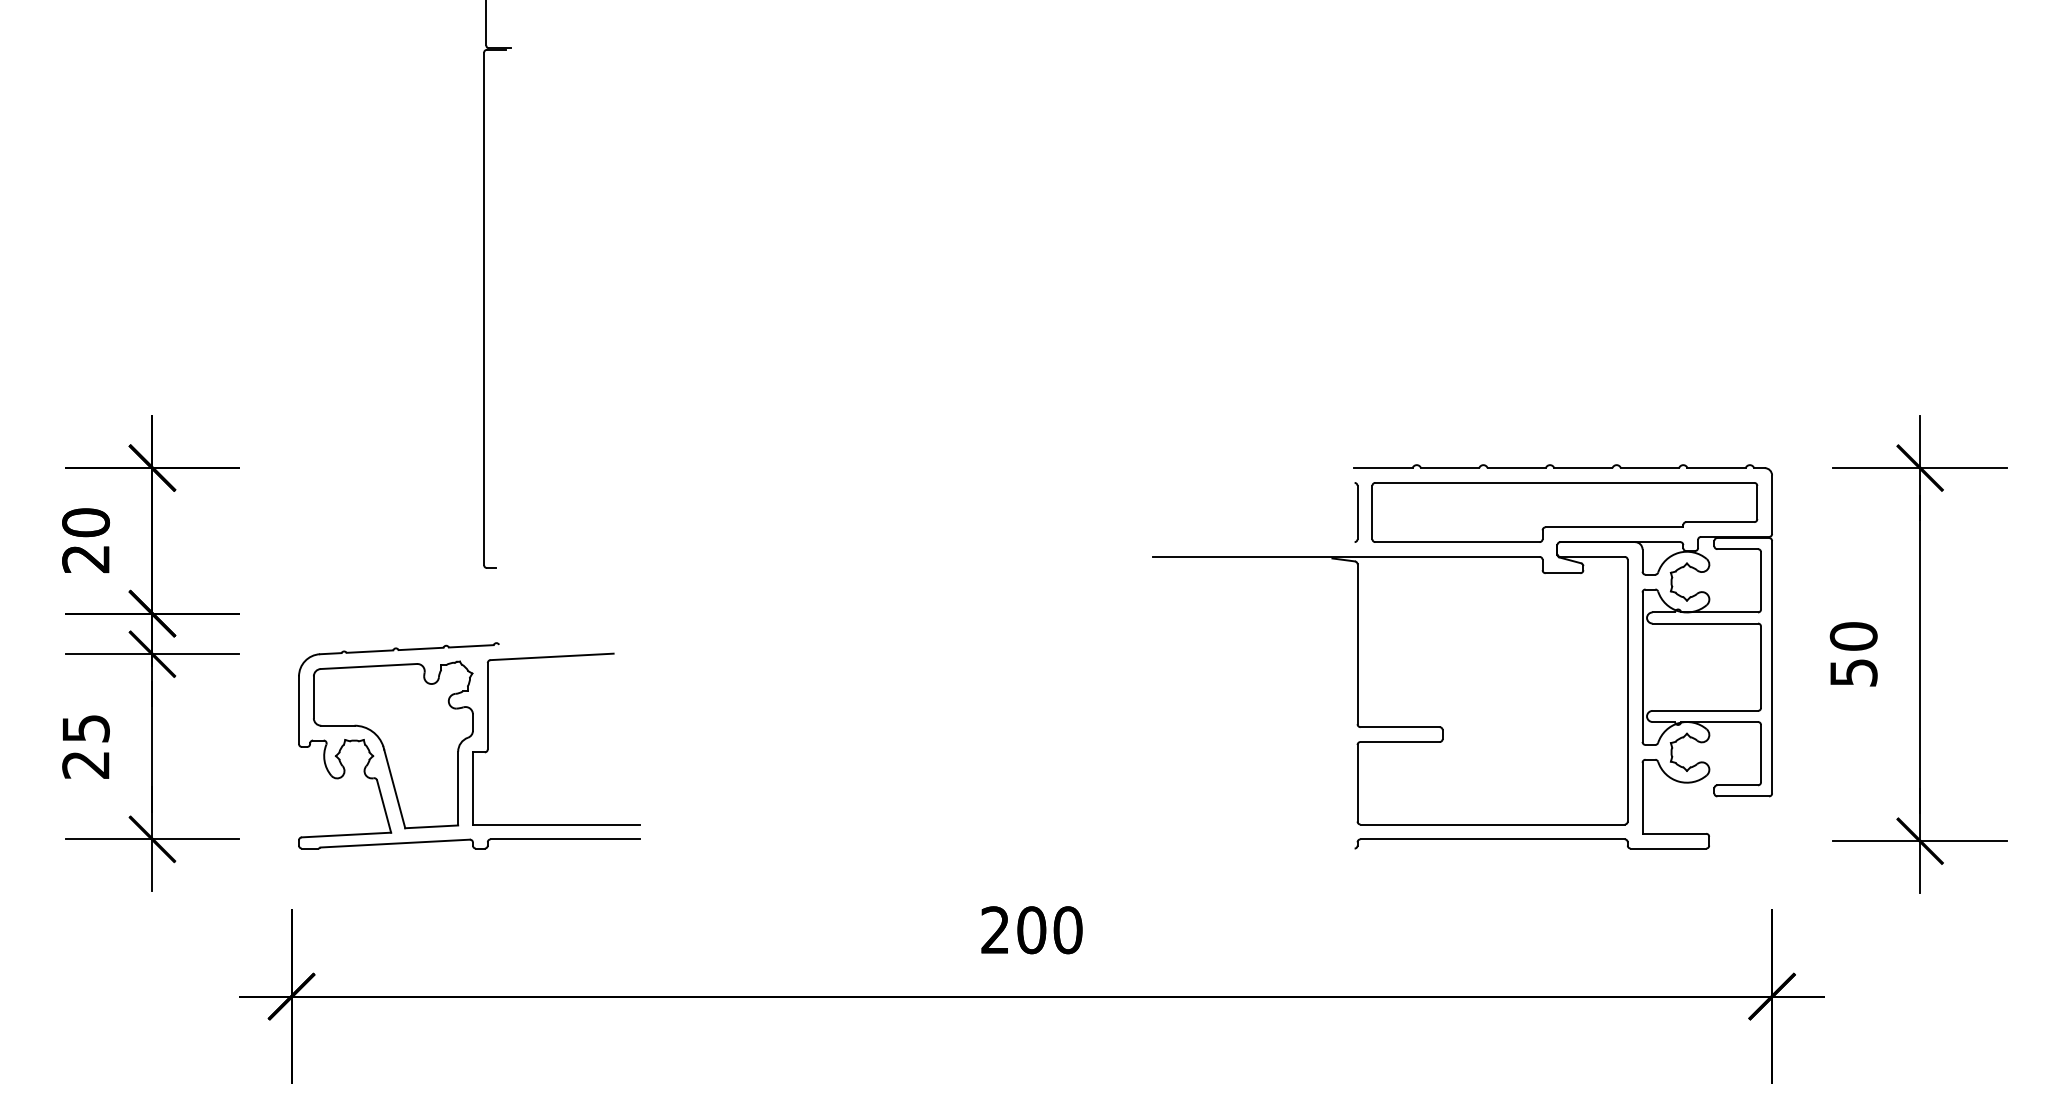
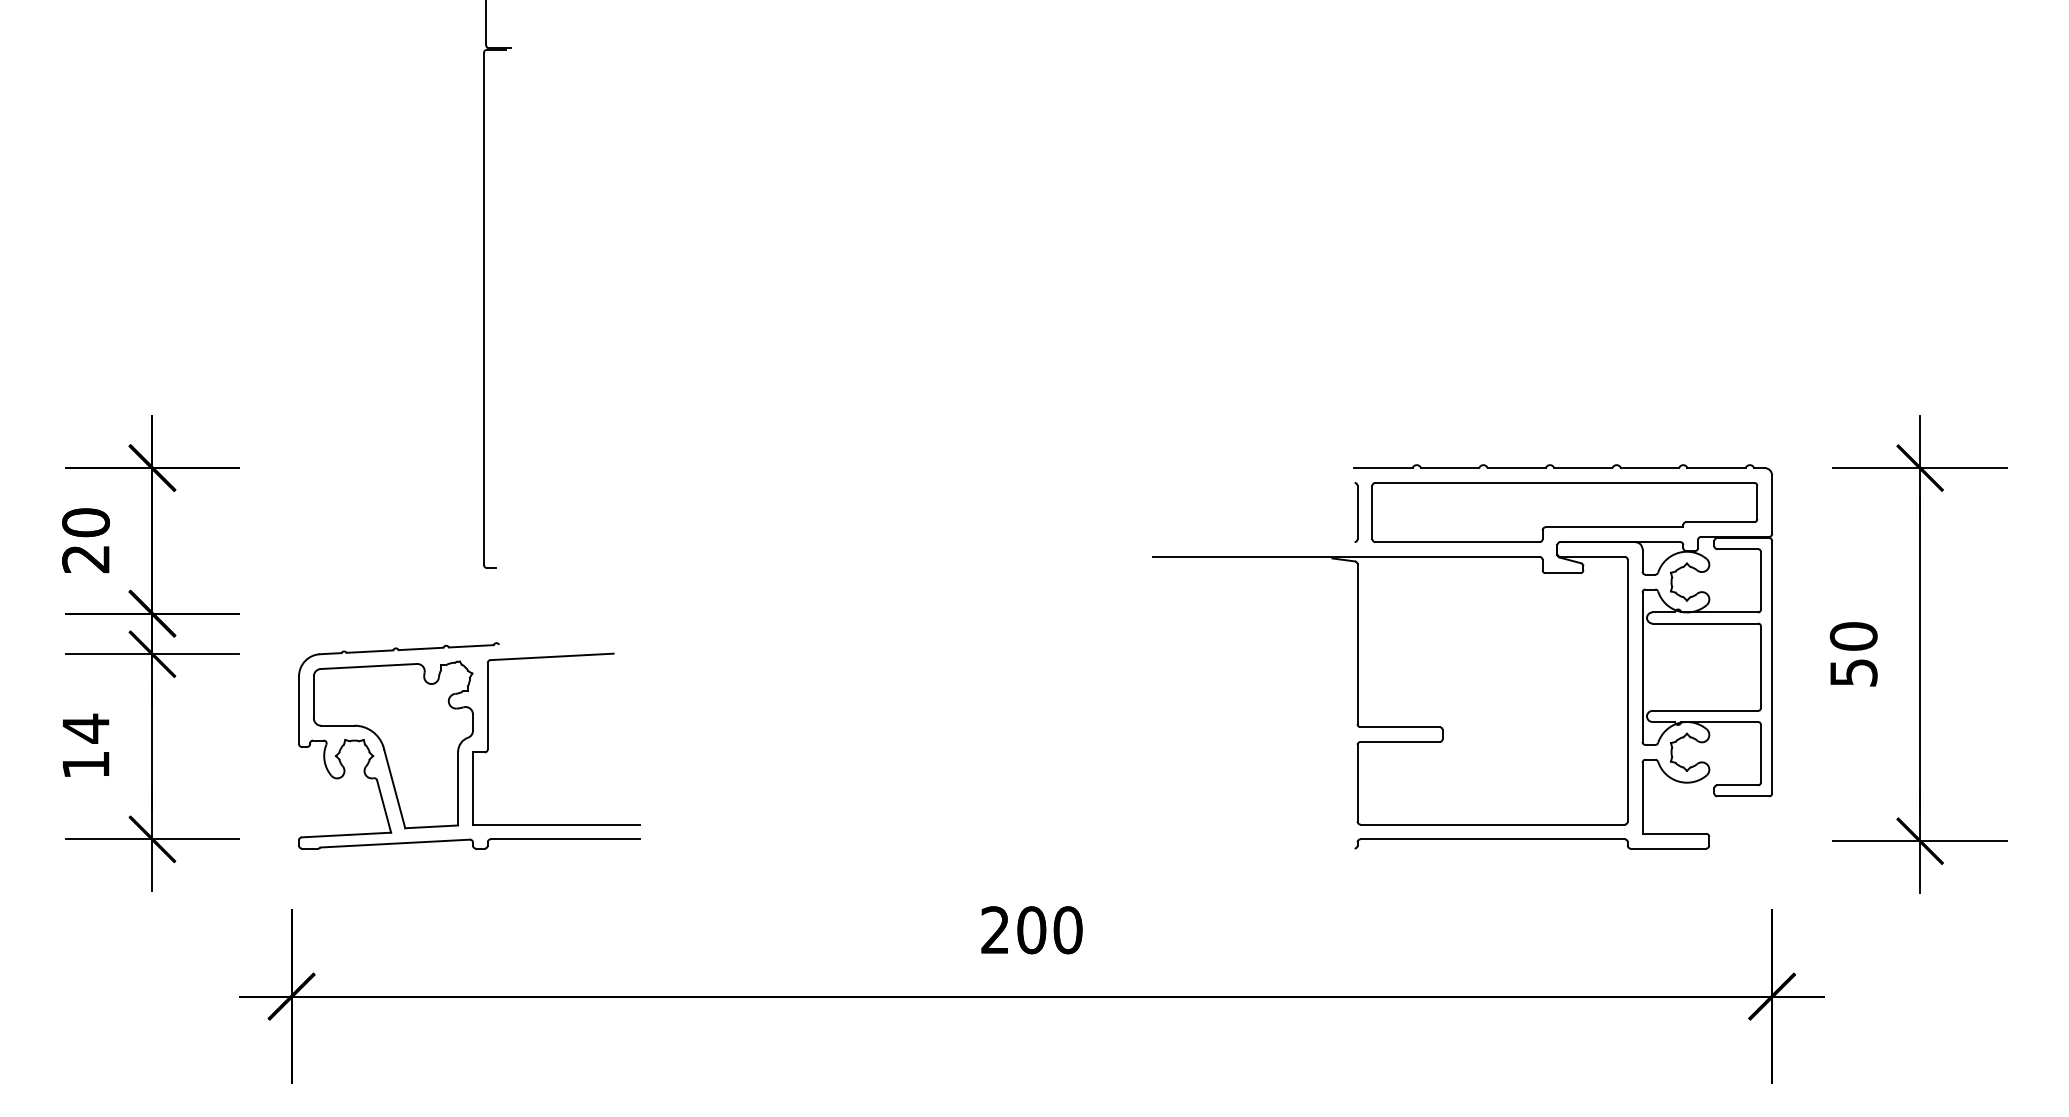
text at (85, 745): 25 -> 14
